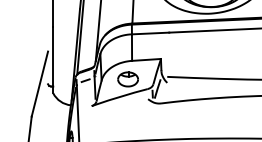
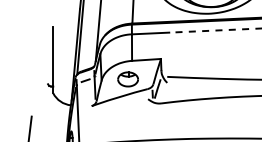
line at (53, 14): present -> none
line at (215, 30): solid -> dashed
line at (39, 83): present -> none
